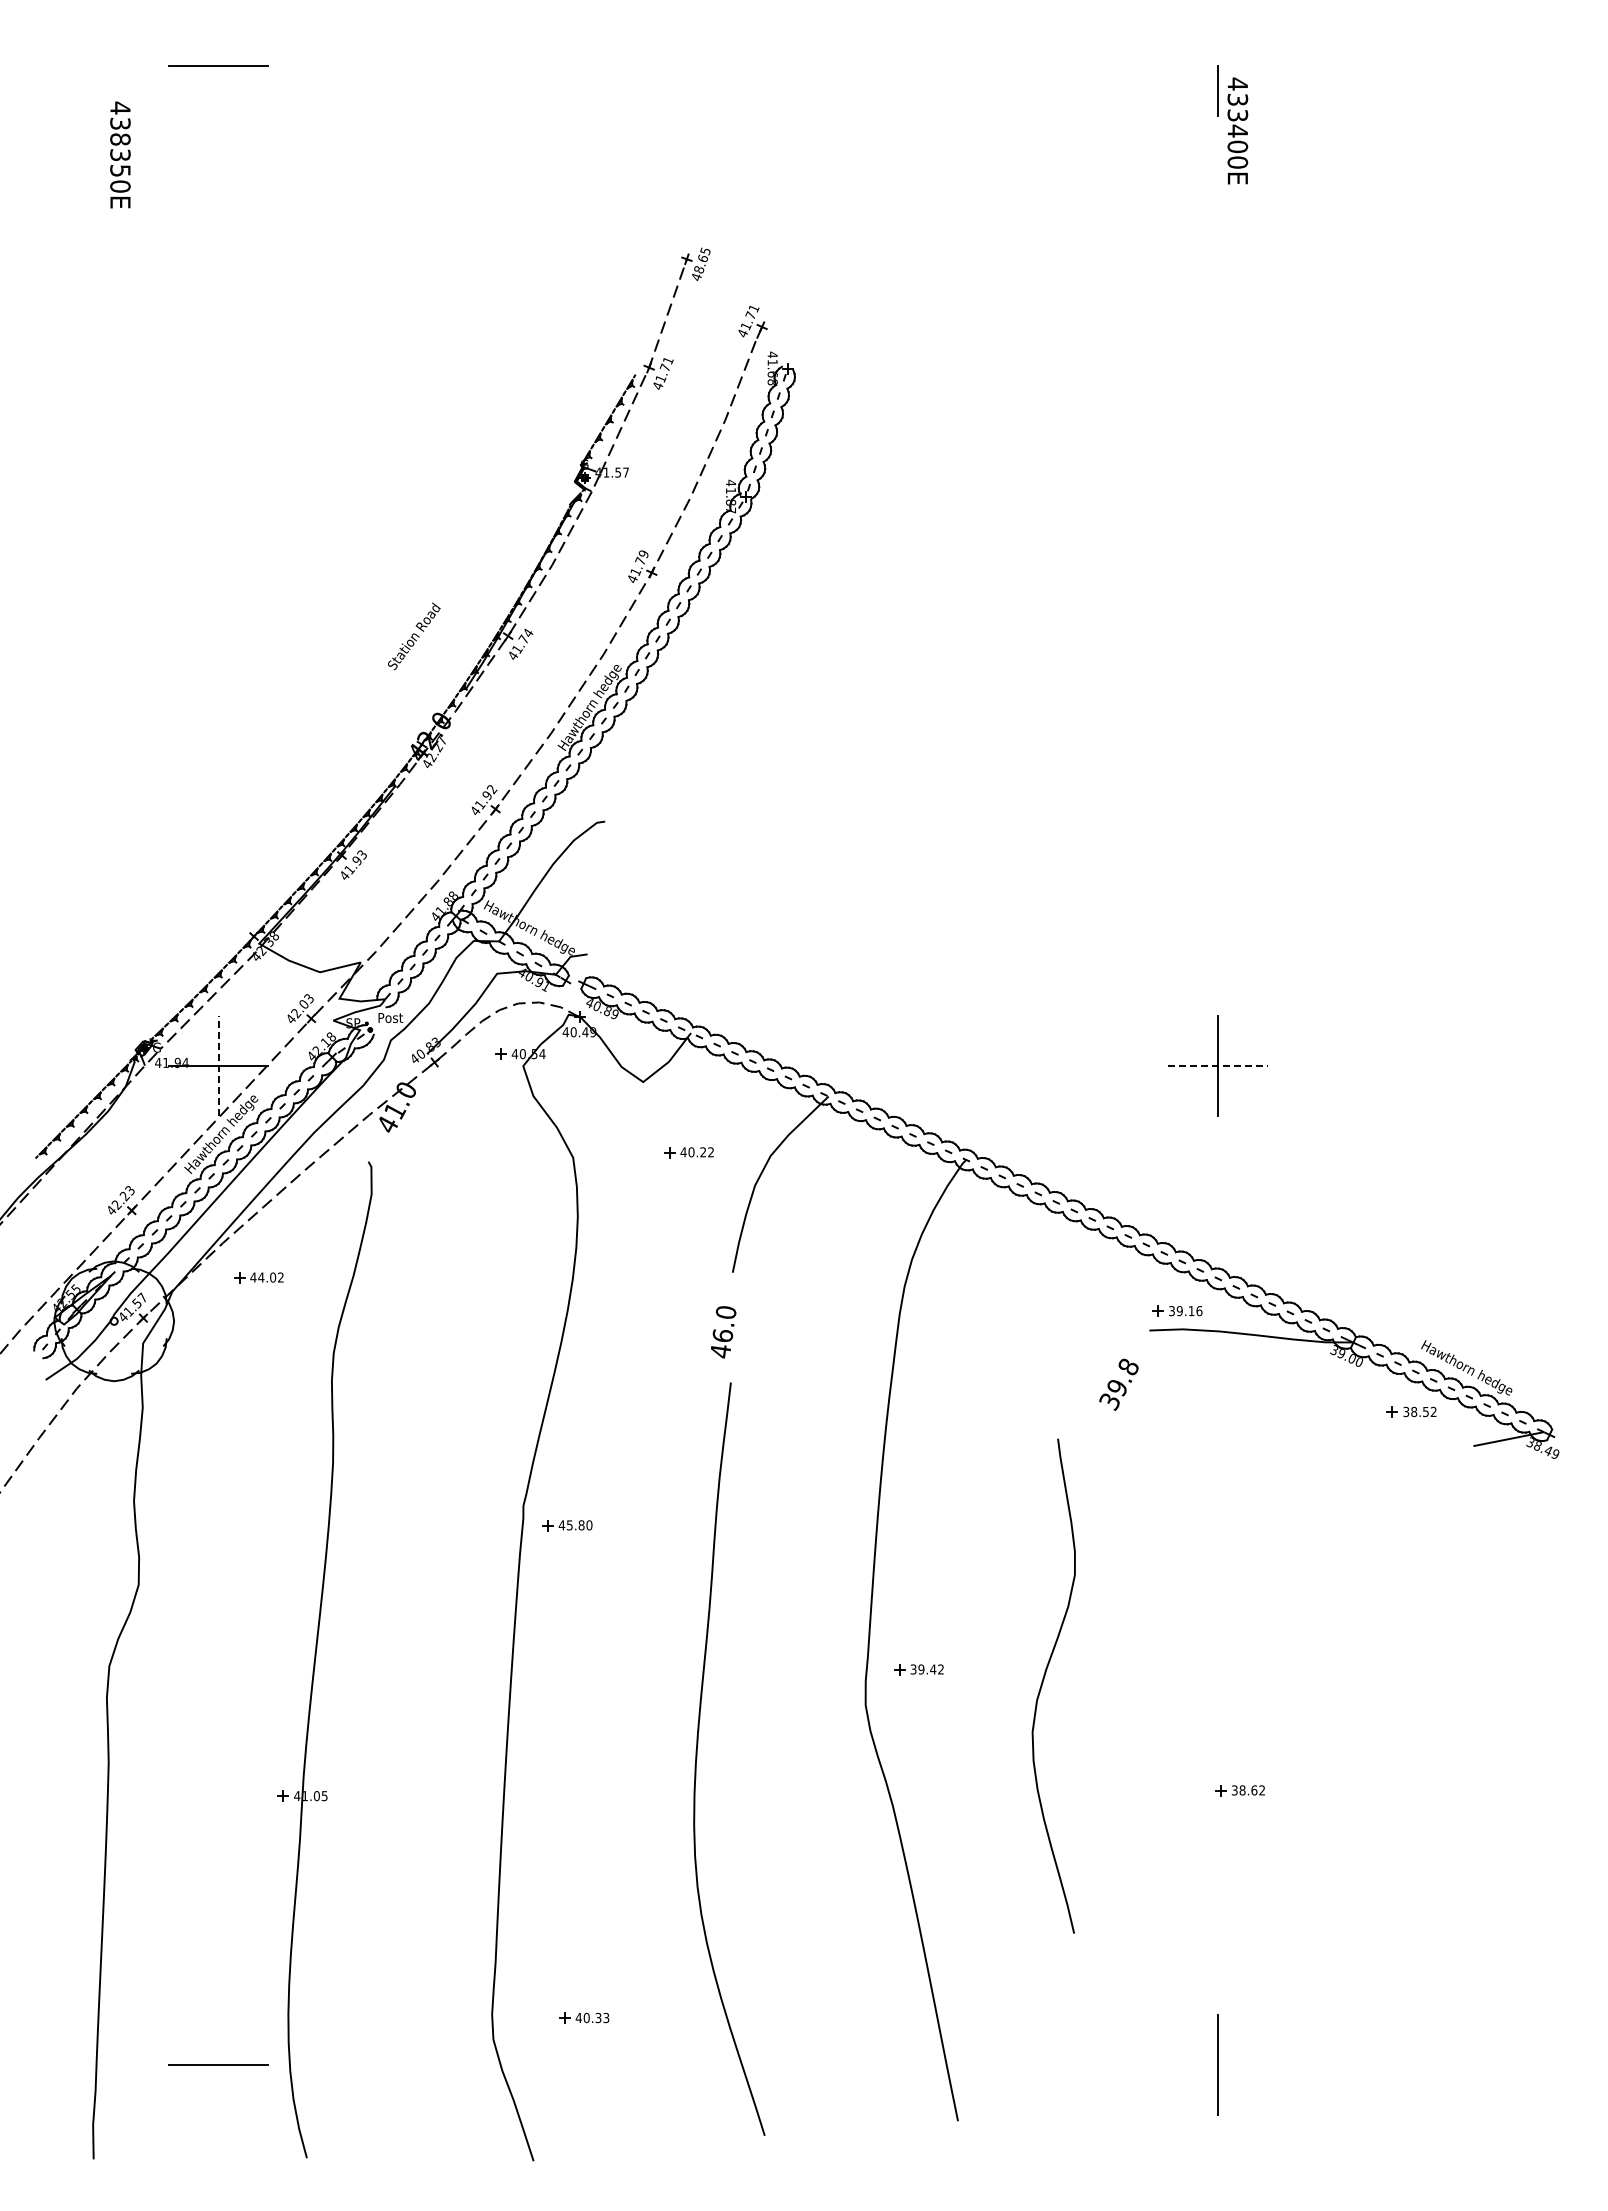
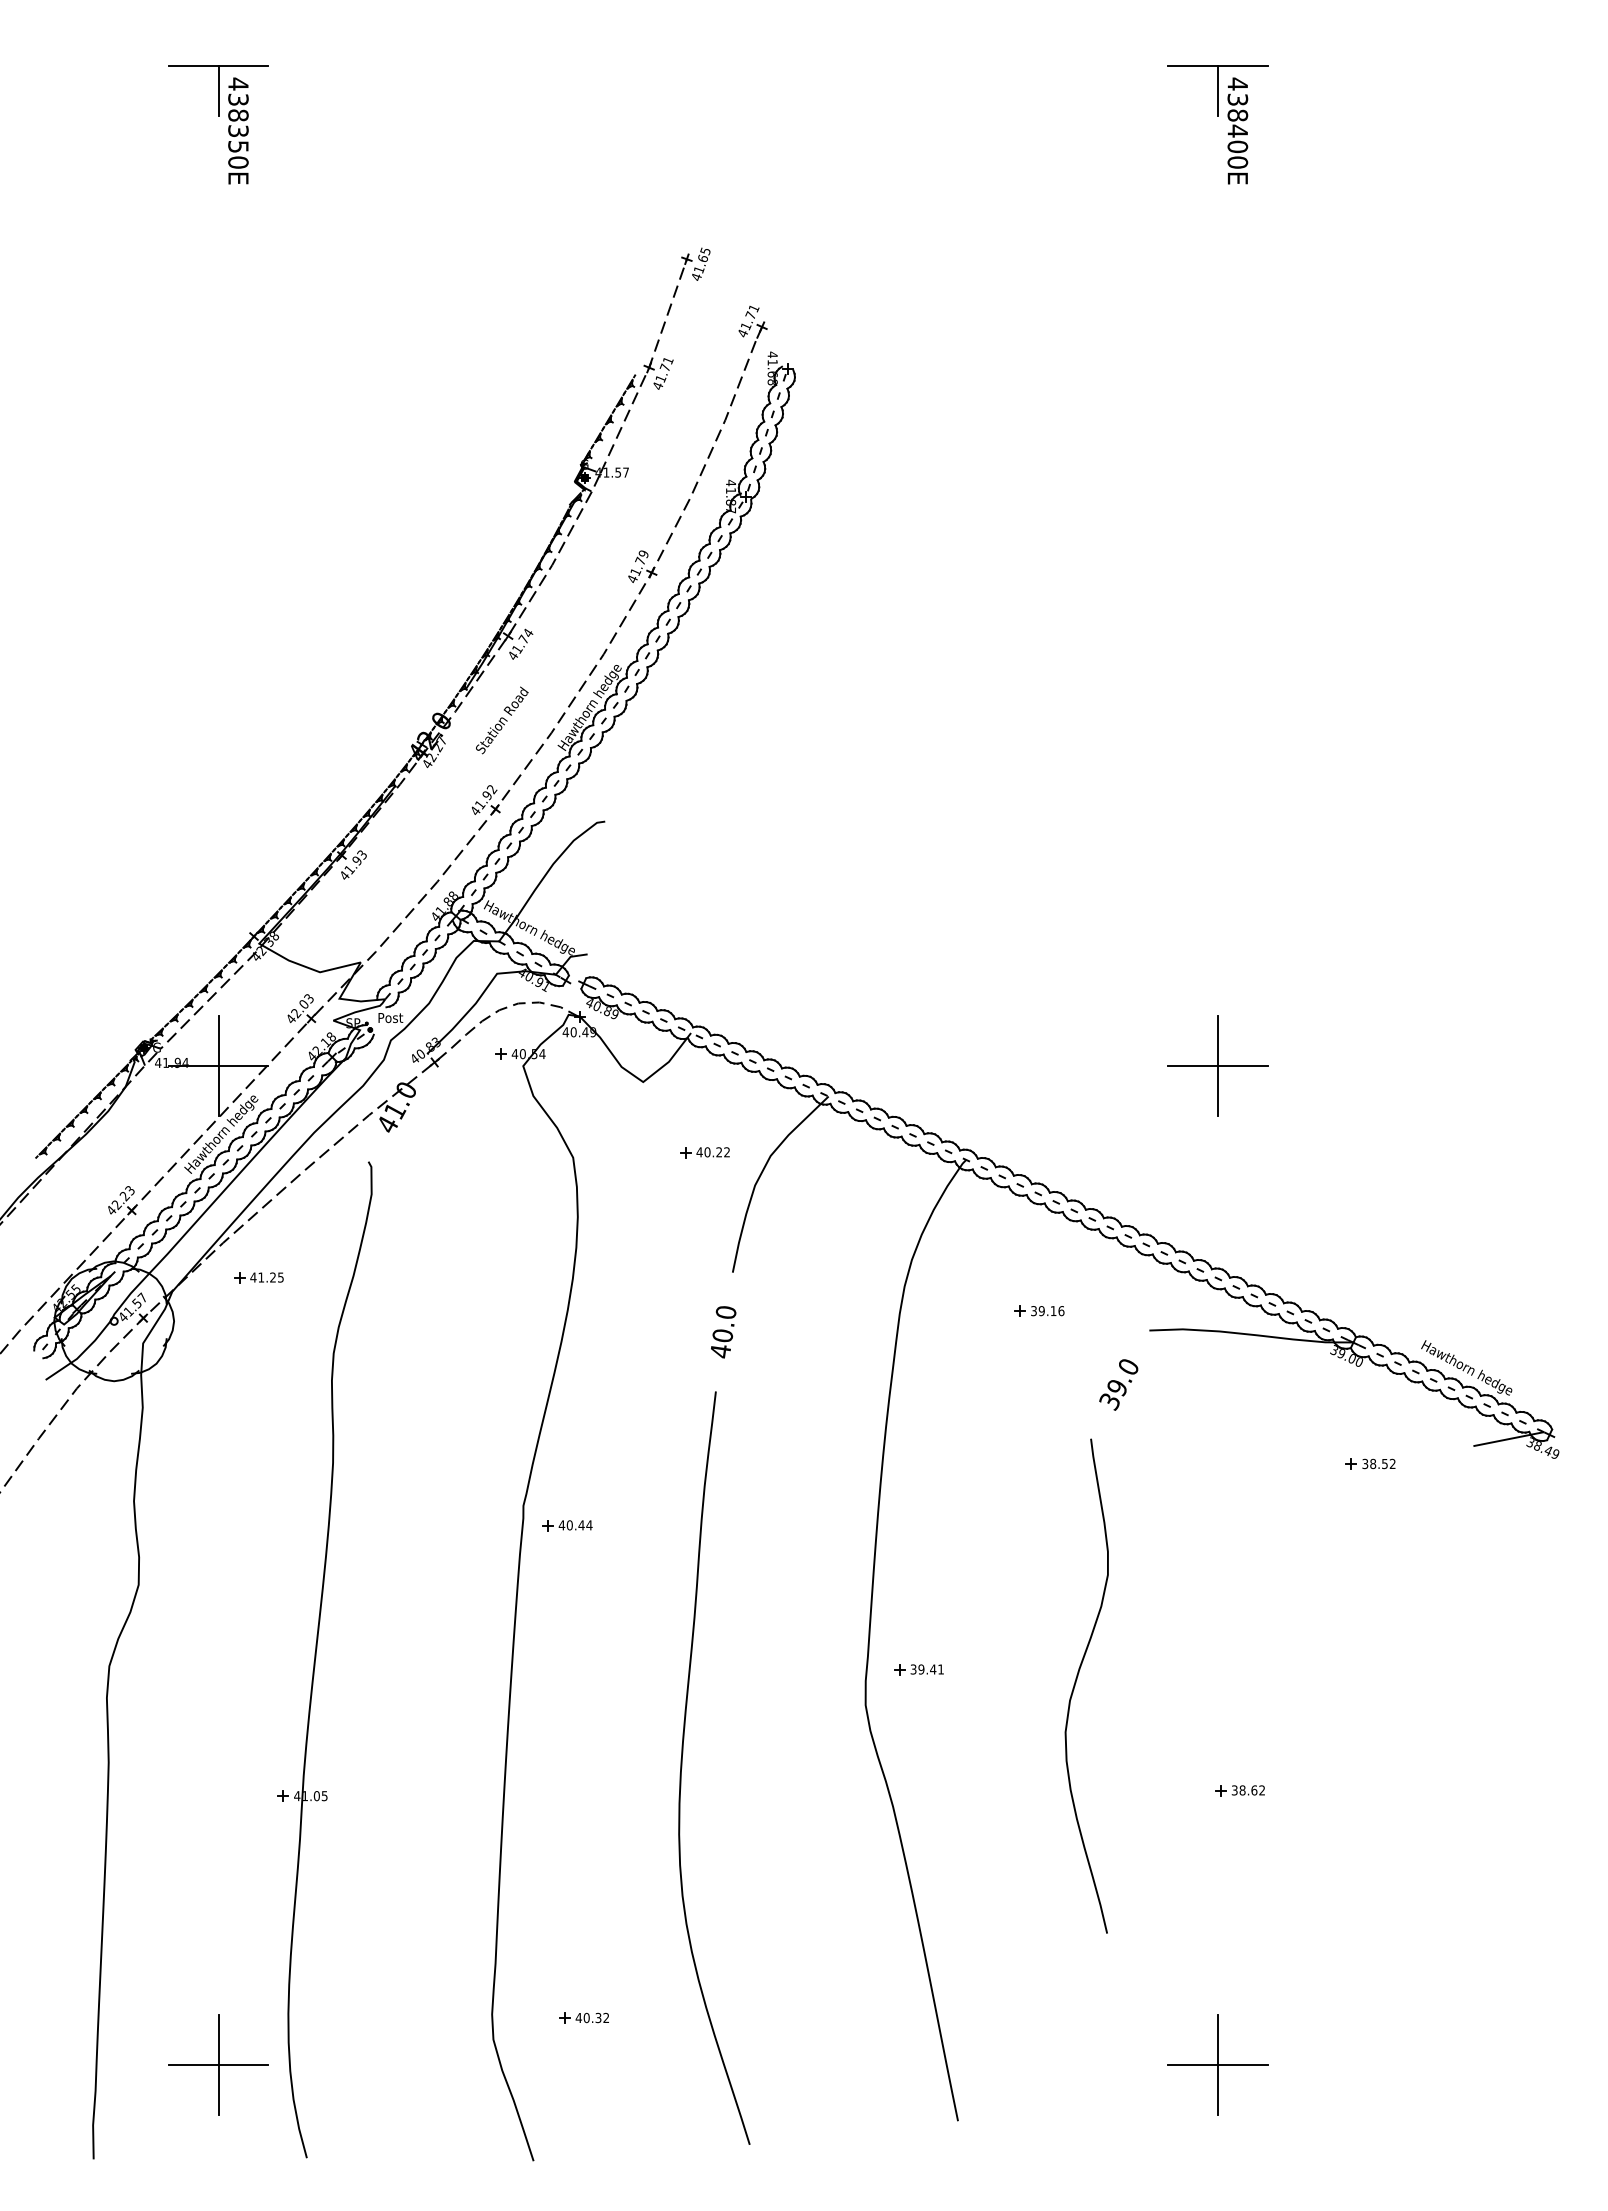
line at (1217, 66): none -> present
line at (218, 91): none -> present
text at (1237, 115): 433400E -> 438400E
text at (120, 154) position: (120, 154) -> (238, 130)
text at (699, 269): 48.65 -> 41.65
text at (414, 636) position: (414, 636) -> (502, 720)
line at (218, 1065): dashed -> solid
line at (1217, 1065): dashed -> solid
part at (688, 1152) position: (688, 1152) -> (704, 1152)
text at (270, 1277): 44.02 -> 41.25
part at (1177, 1310) position: (1177, 1310) -> (1039, 1310)
text at (722, 1335): 46.0 -> 40.0
text at (1128, 1366): 39.8 -> 39.0
part at (1411, 1411) position: (1411, 1411) -> (1370, 1463)
text at (579, 1525): 45.80 -> 40.44
text at (940, 1669): 39.42 -> 39.41
curve at (1043, 1683) position: (1043, 1683) -> (1076, 1683)
curve at (697, 1758) position: (697, 1758) -> (682, 1767)
text at (606, 2018): 40.33 -> 40.32
line at (218, 2065): none -> present
line at (1217, 2065): none -> present
